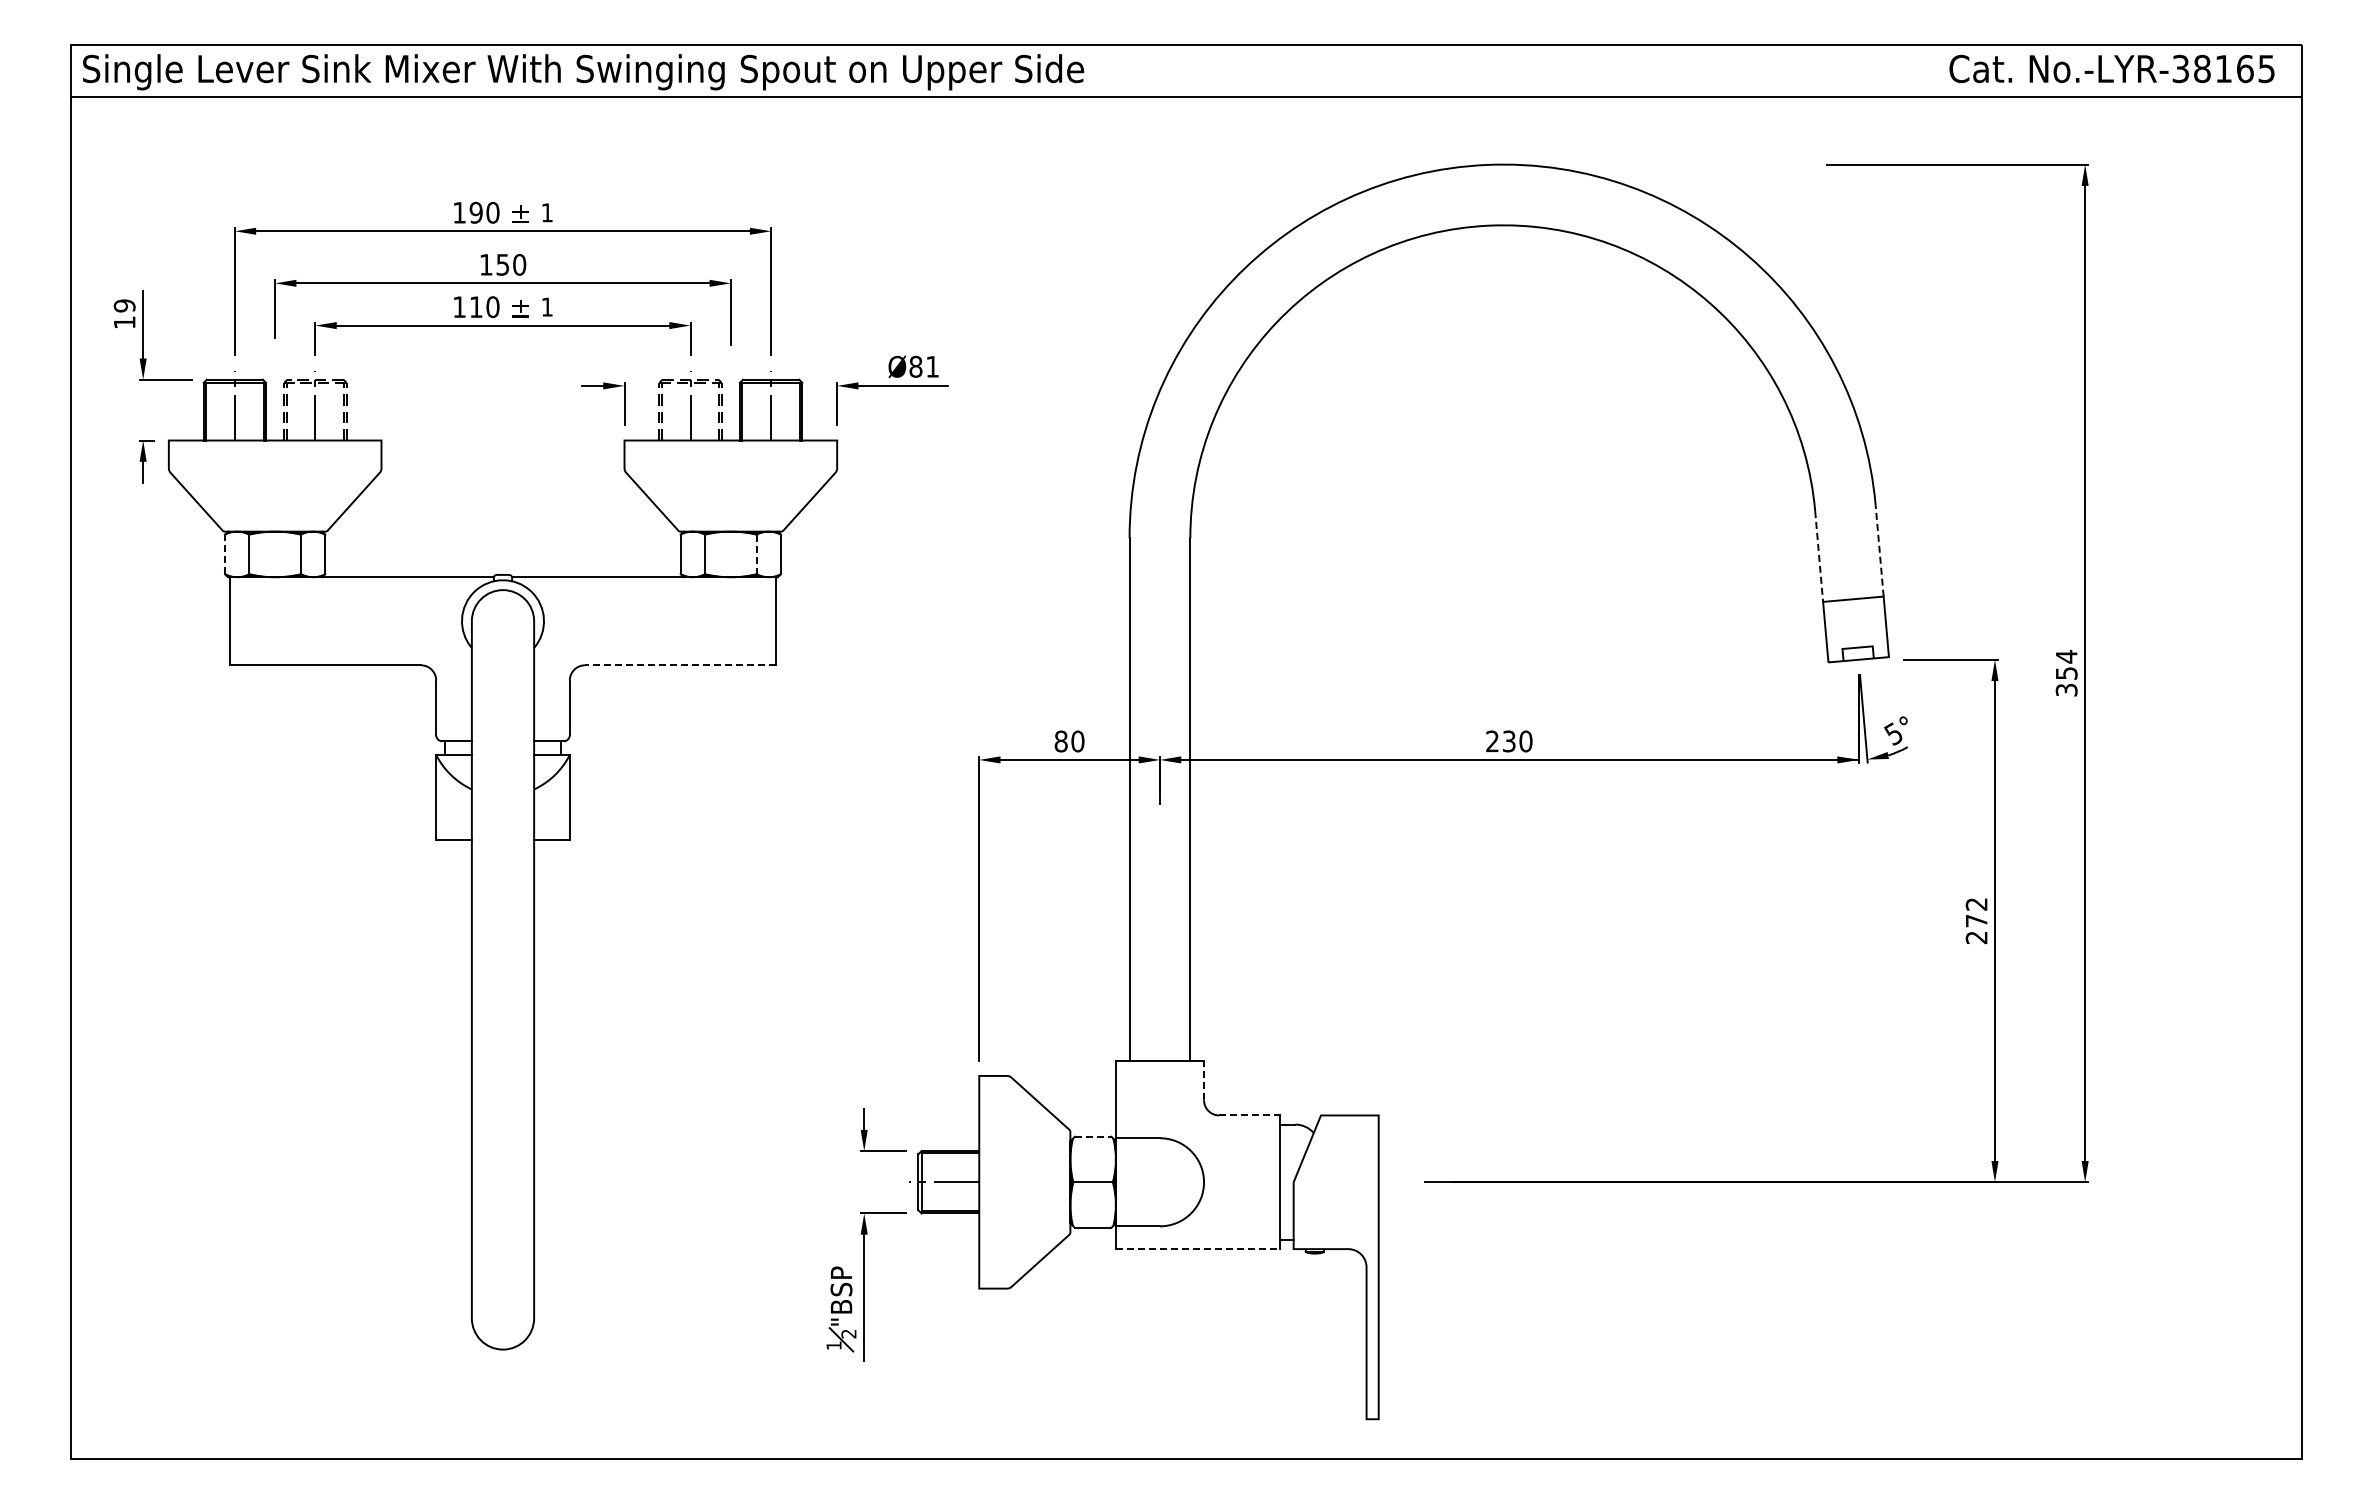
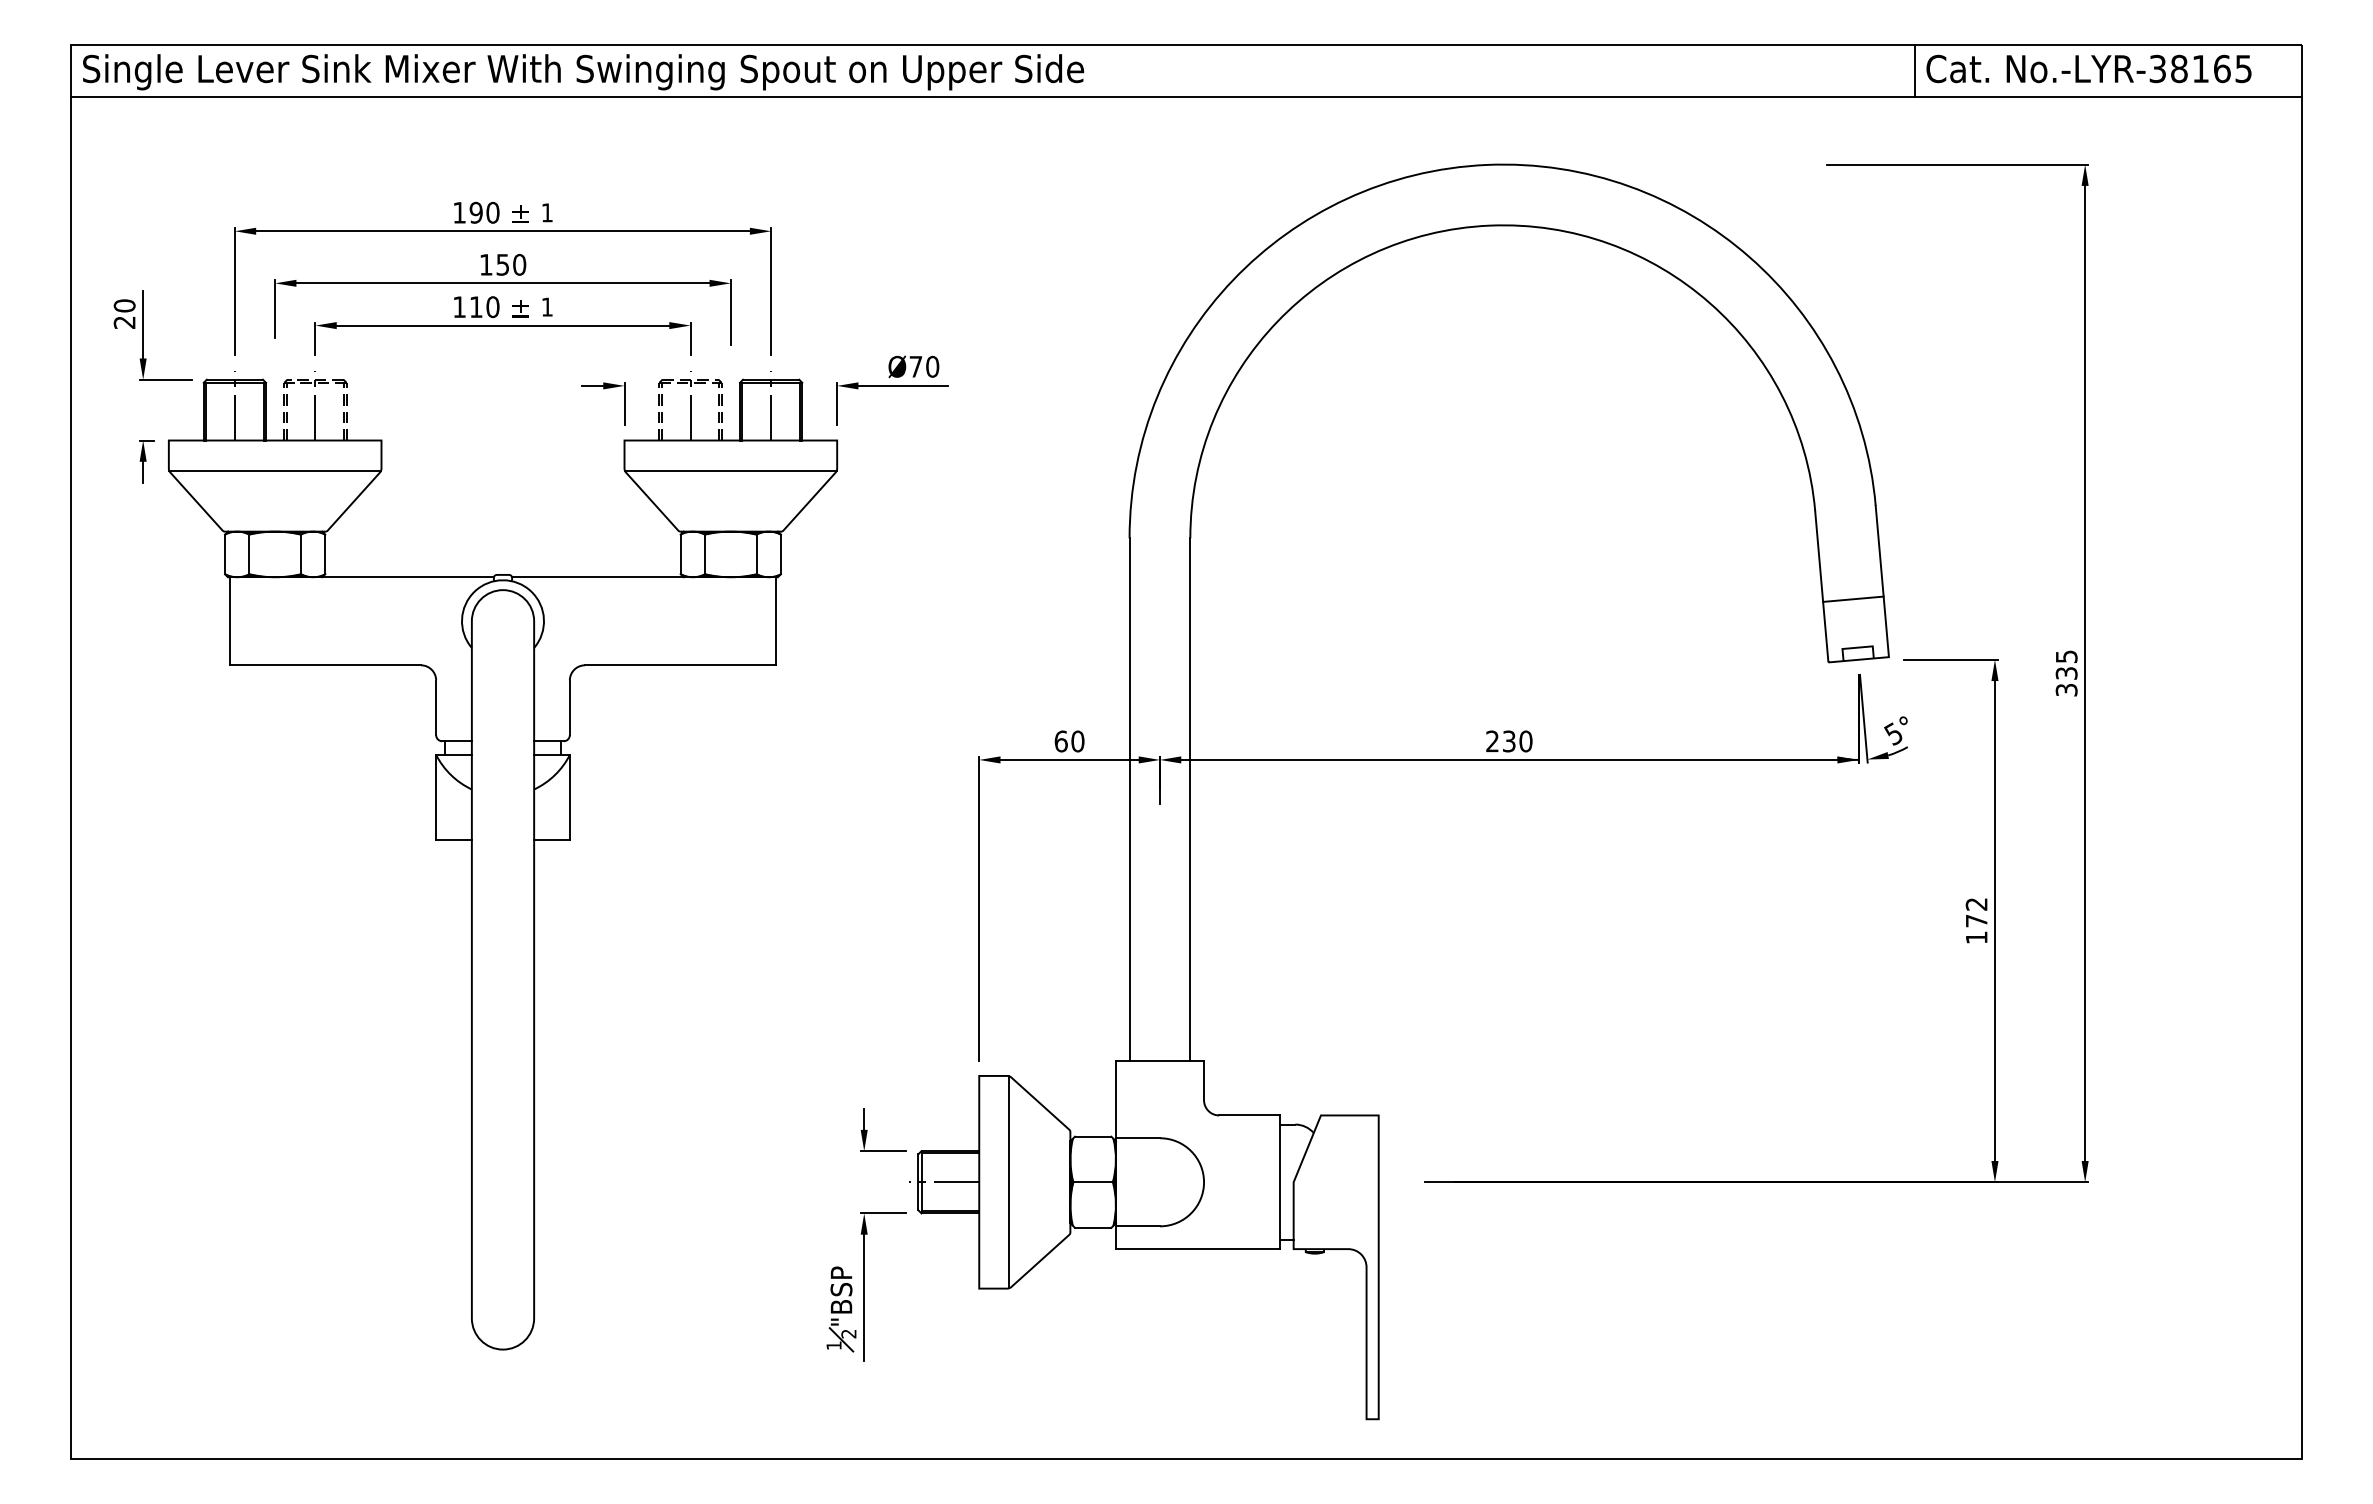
text at (2111, 68) position: (2111, 68) -> (2088, 68)
line at (1914, 70): none -> present
text at (124, 313): 19 -> 20
text at (924, 366): Ø81 -> Ø70
line at (275, 470): none -> present
line at (730, 470): none -> present
line at (1879, 551): dashed -> solid
line at (225, 554): dashed -> solid
line at (756, 554): dashed -> solid
line at (1819, 556): dashed -> solid
text at (2066, 664): 354 -> 335
line at (680, 665): dashed -> solid
text at (1060, 741): 80 -> 60
text at (1976, 937): 272 -> 172
line at (1204, 1080): dashed -> solid
line at (1250, 1115): dashed -> solid
line at (1093, 1136): dashed -> solid
line at (1009, 1182): none -> present
line at (1198, 1249): dashed -> solid
